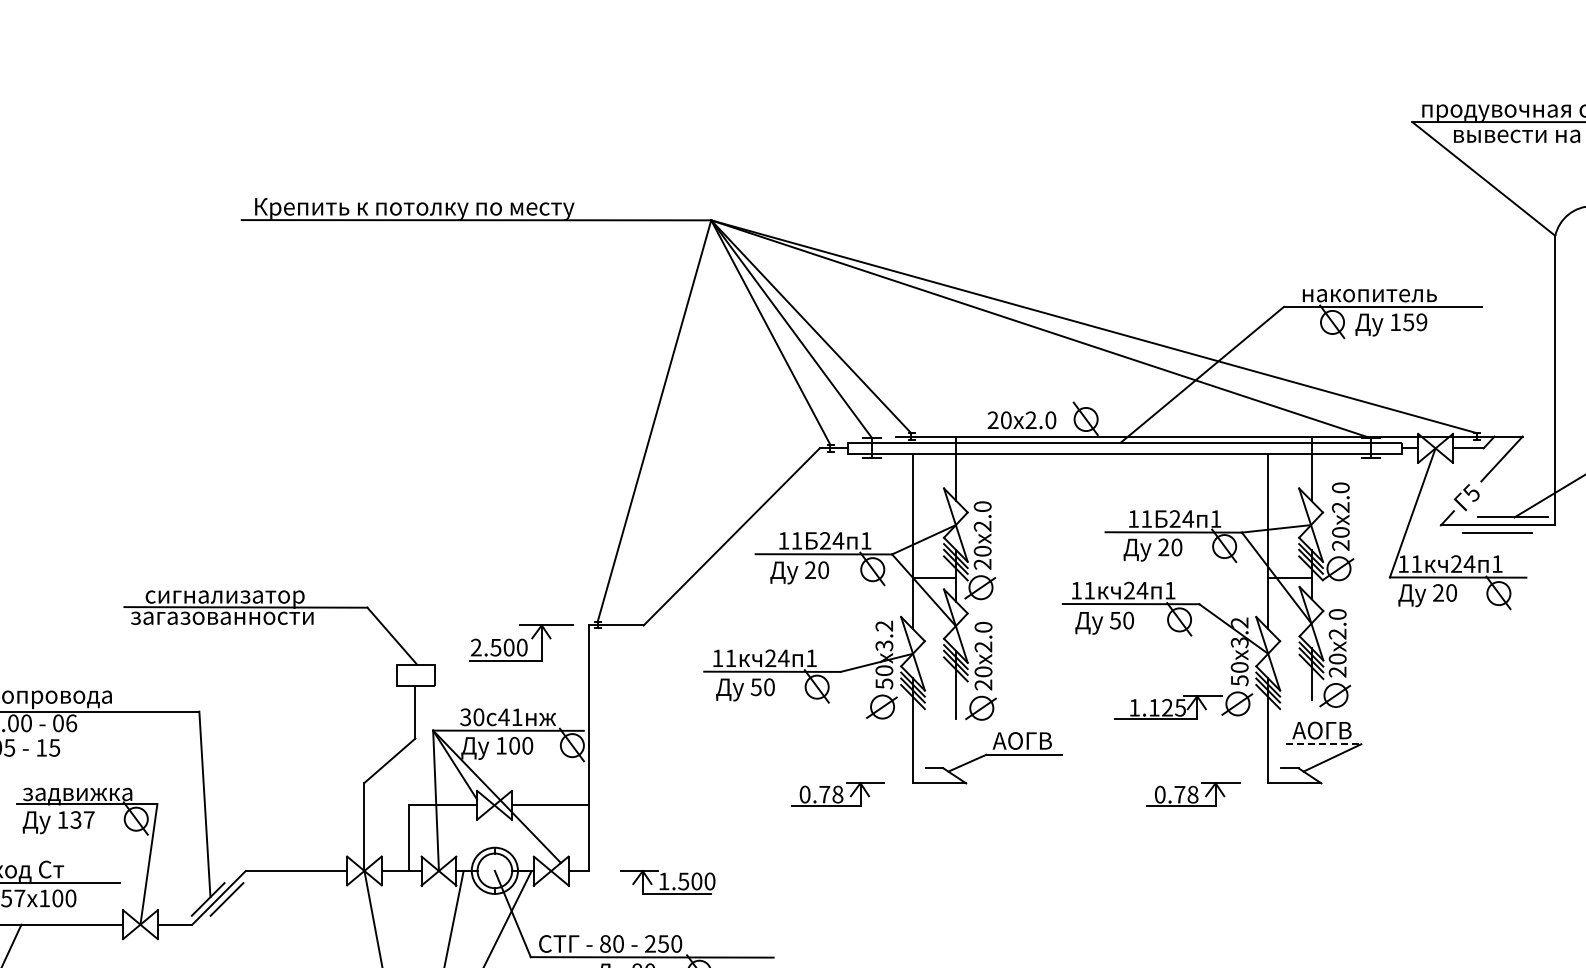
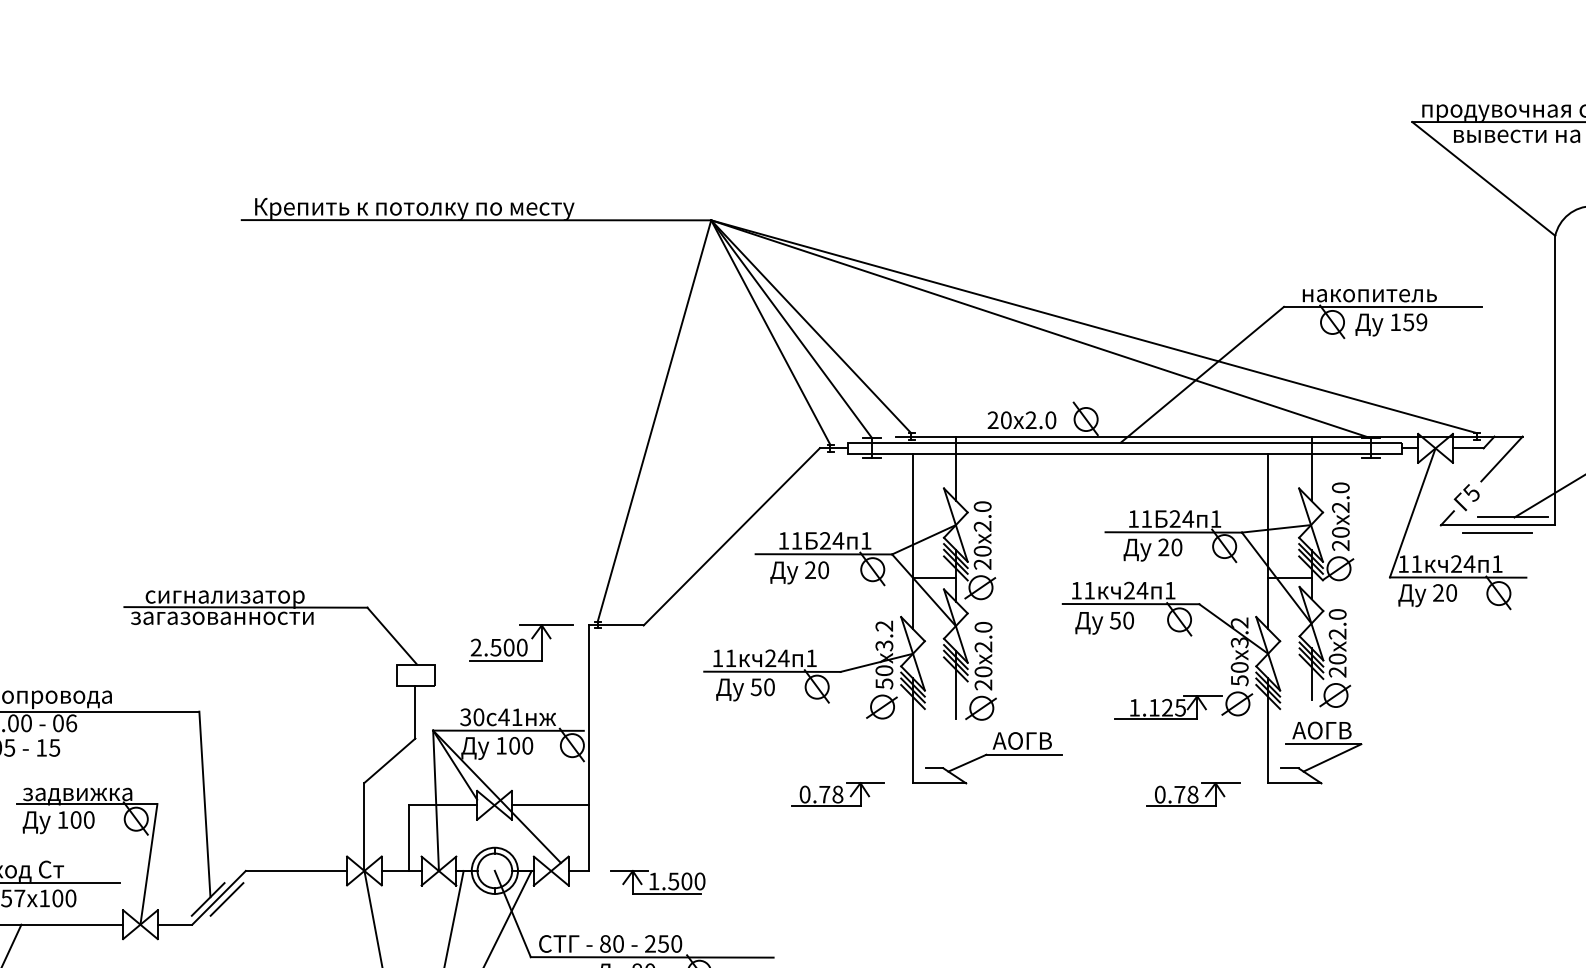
line at (1323, 744): dashed -> solid
text at (82, 819): 137 -> 100
part at (667, 882) position: (667, 882) -> (657, 882)
